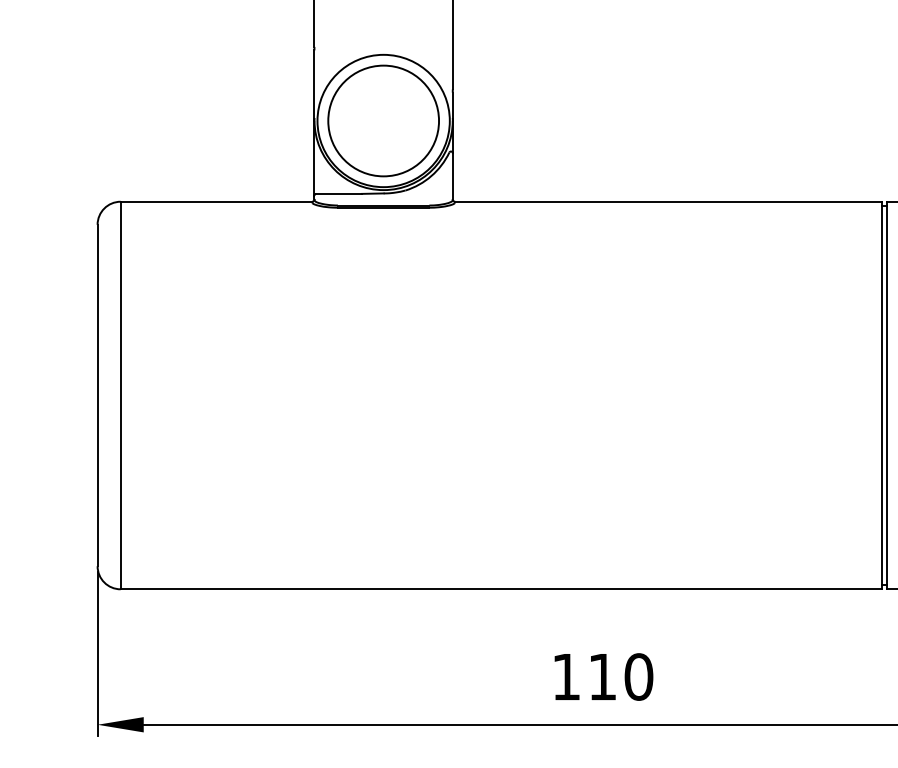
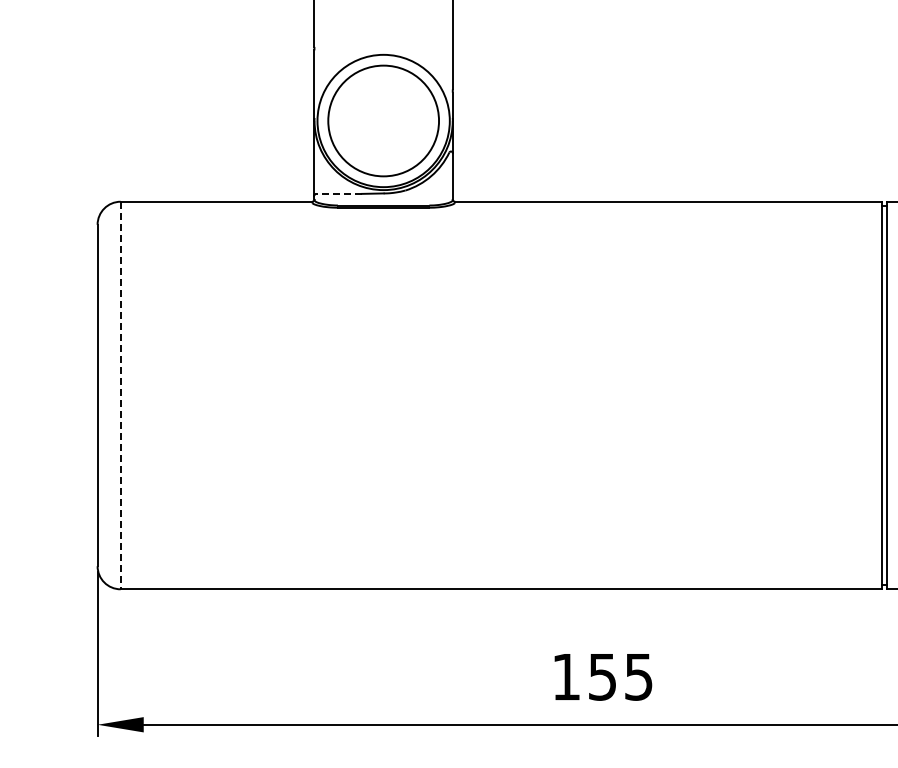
line at (339, 193): solid -> dashed
line at (120, 395): solid -> dashed
text at (621, 676): 110 -> 155
